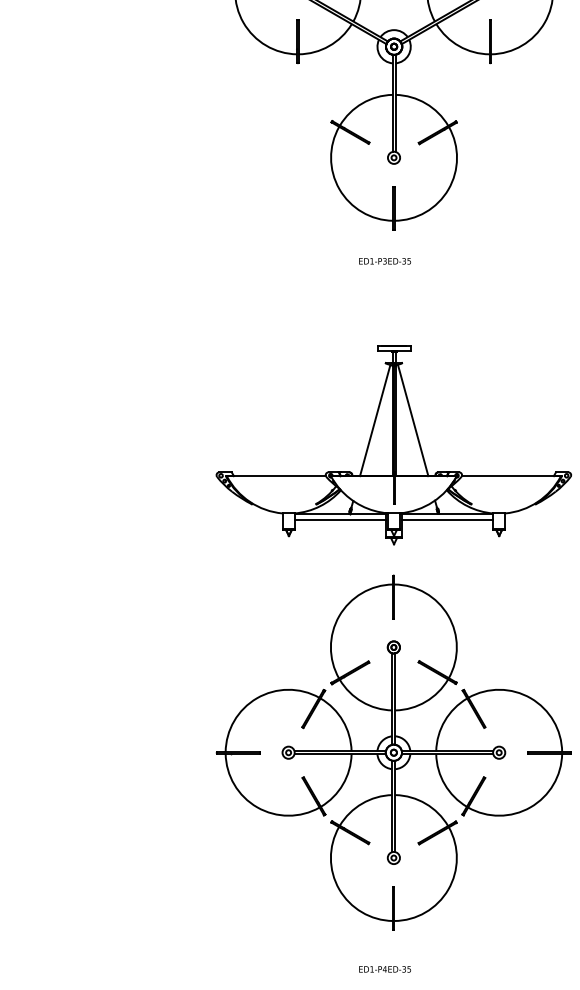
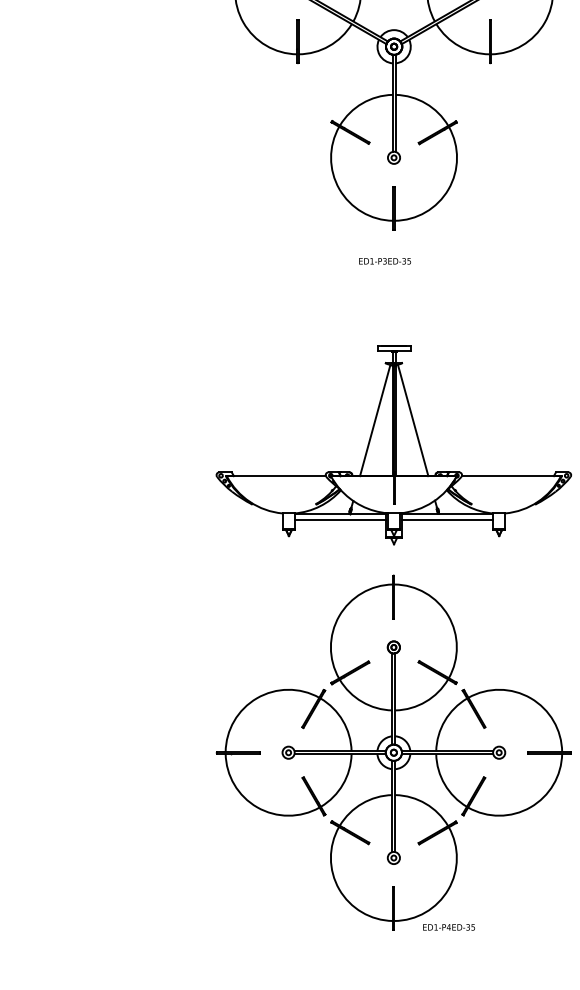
text at (384, 969) position: (384, 969) -> (448, 927)
